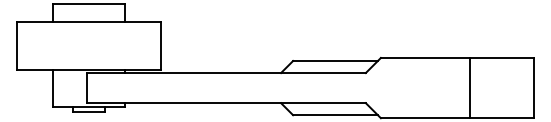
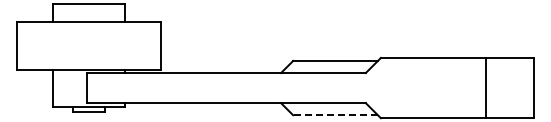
line at (470, 87) position: (470, 87) -> (486, 87)
line at (335, 115): solid -> dashed
